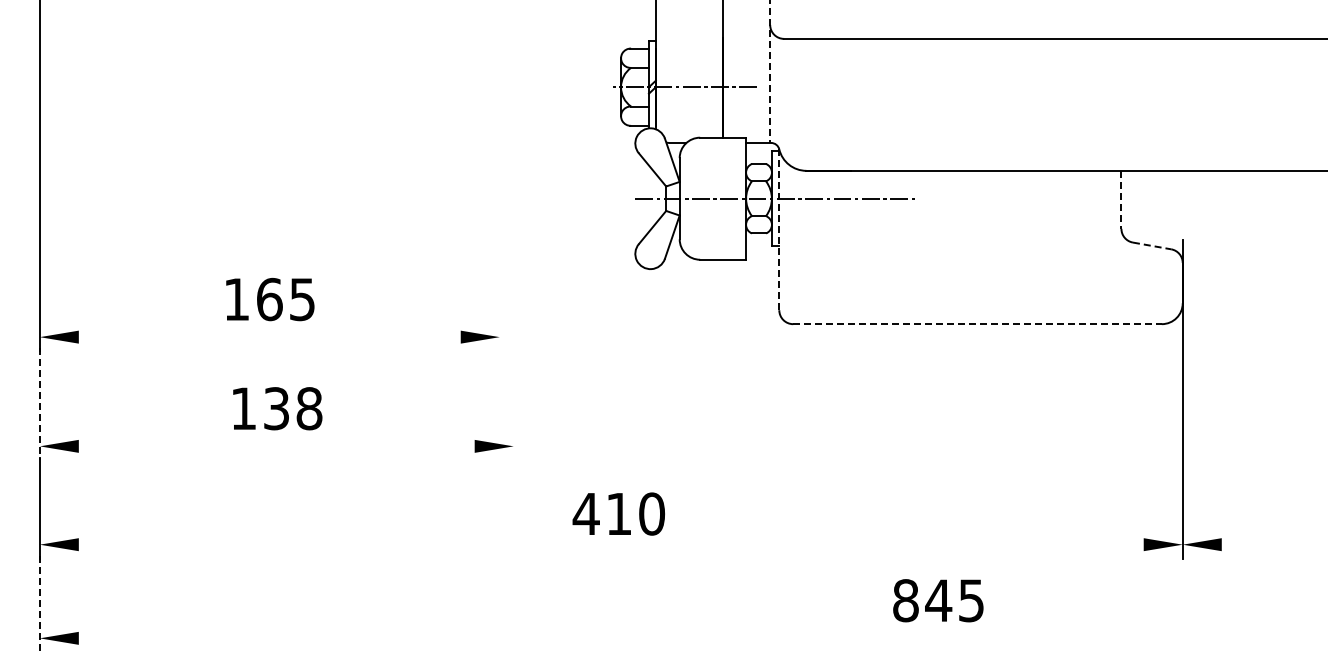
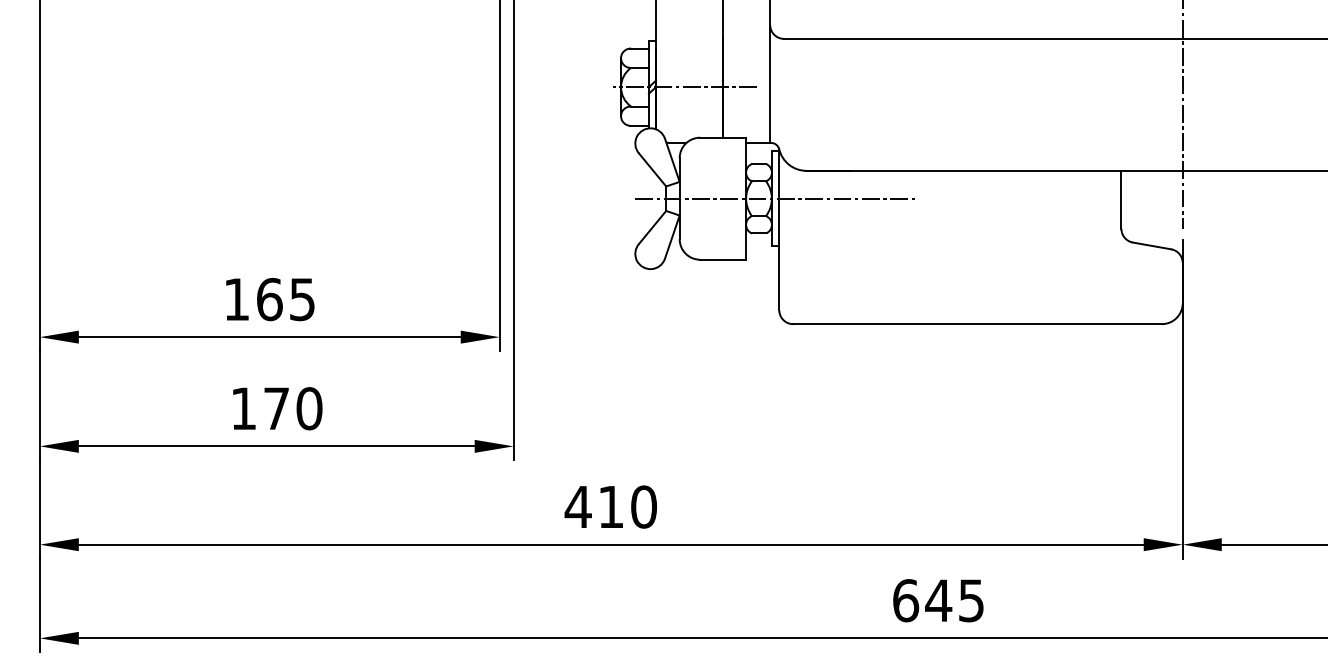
line at (770, 72): dashed -> solid
line at (1182, 115): none -> present
line at (499, 176): none -> present
line at (1121, 199): dashed -> solid
line at (779, 230): dashed -> solid
line at (513, 231): none -> present
line at (1152, 246): dashed -> solid
line at (978, 324): dashed -> solid
line at (269, 337): none -> present
line at (39, 404): dashed -> solid
text at (293, 408): 138 -> 170
line at (276, 446): none -> present
text at (618, 513) position: (618, 513) -> (610, 506)
line at (610, 544): none -> present
line at (1272, 544): none -> present
text at (906, 600): 845 -> 645
line at (39, 604): dashed -> solid
line at (701, 638): none -> present
